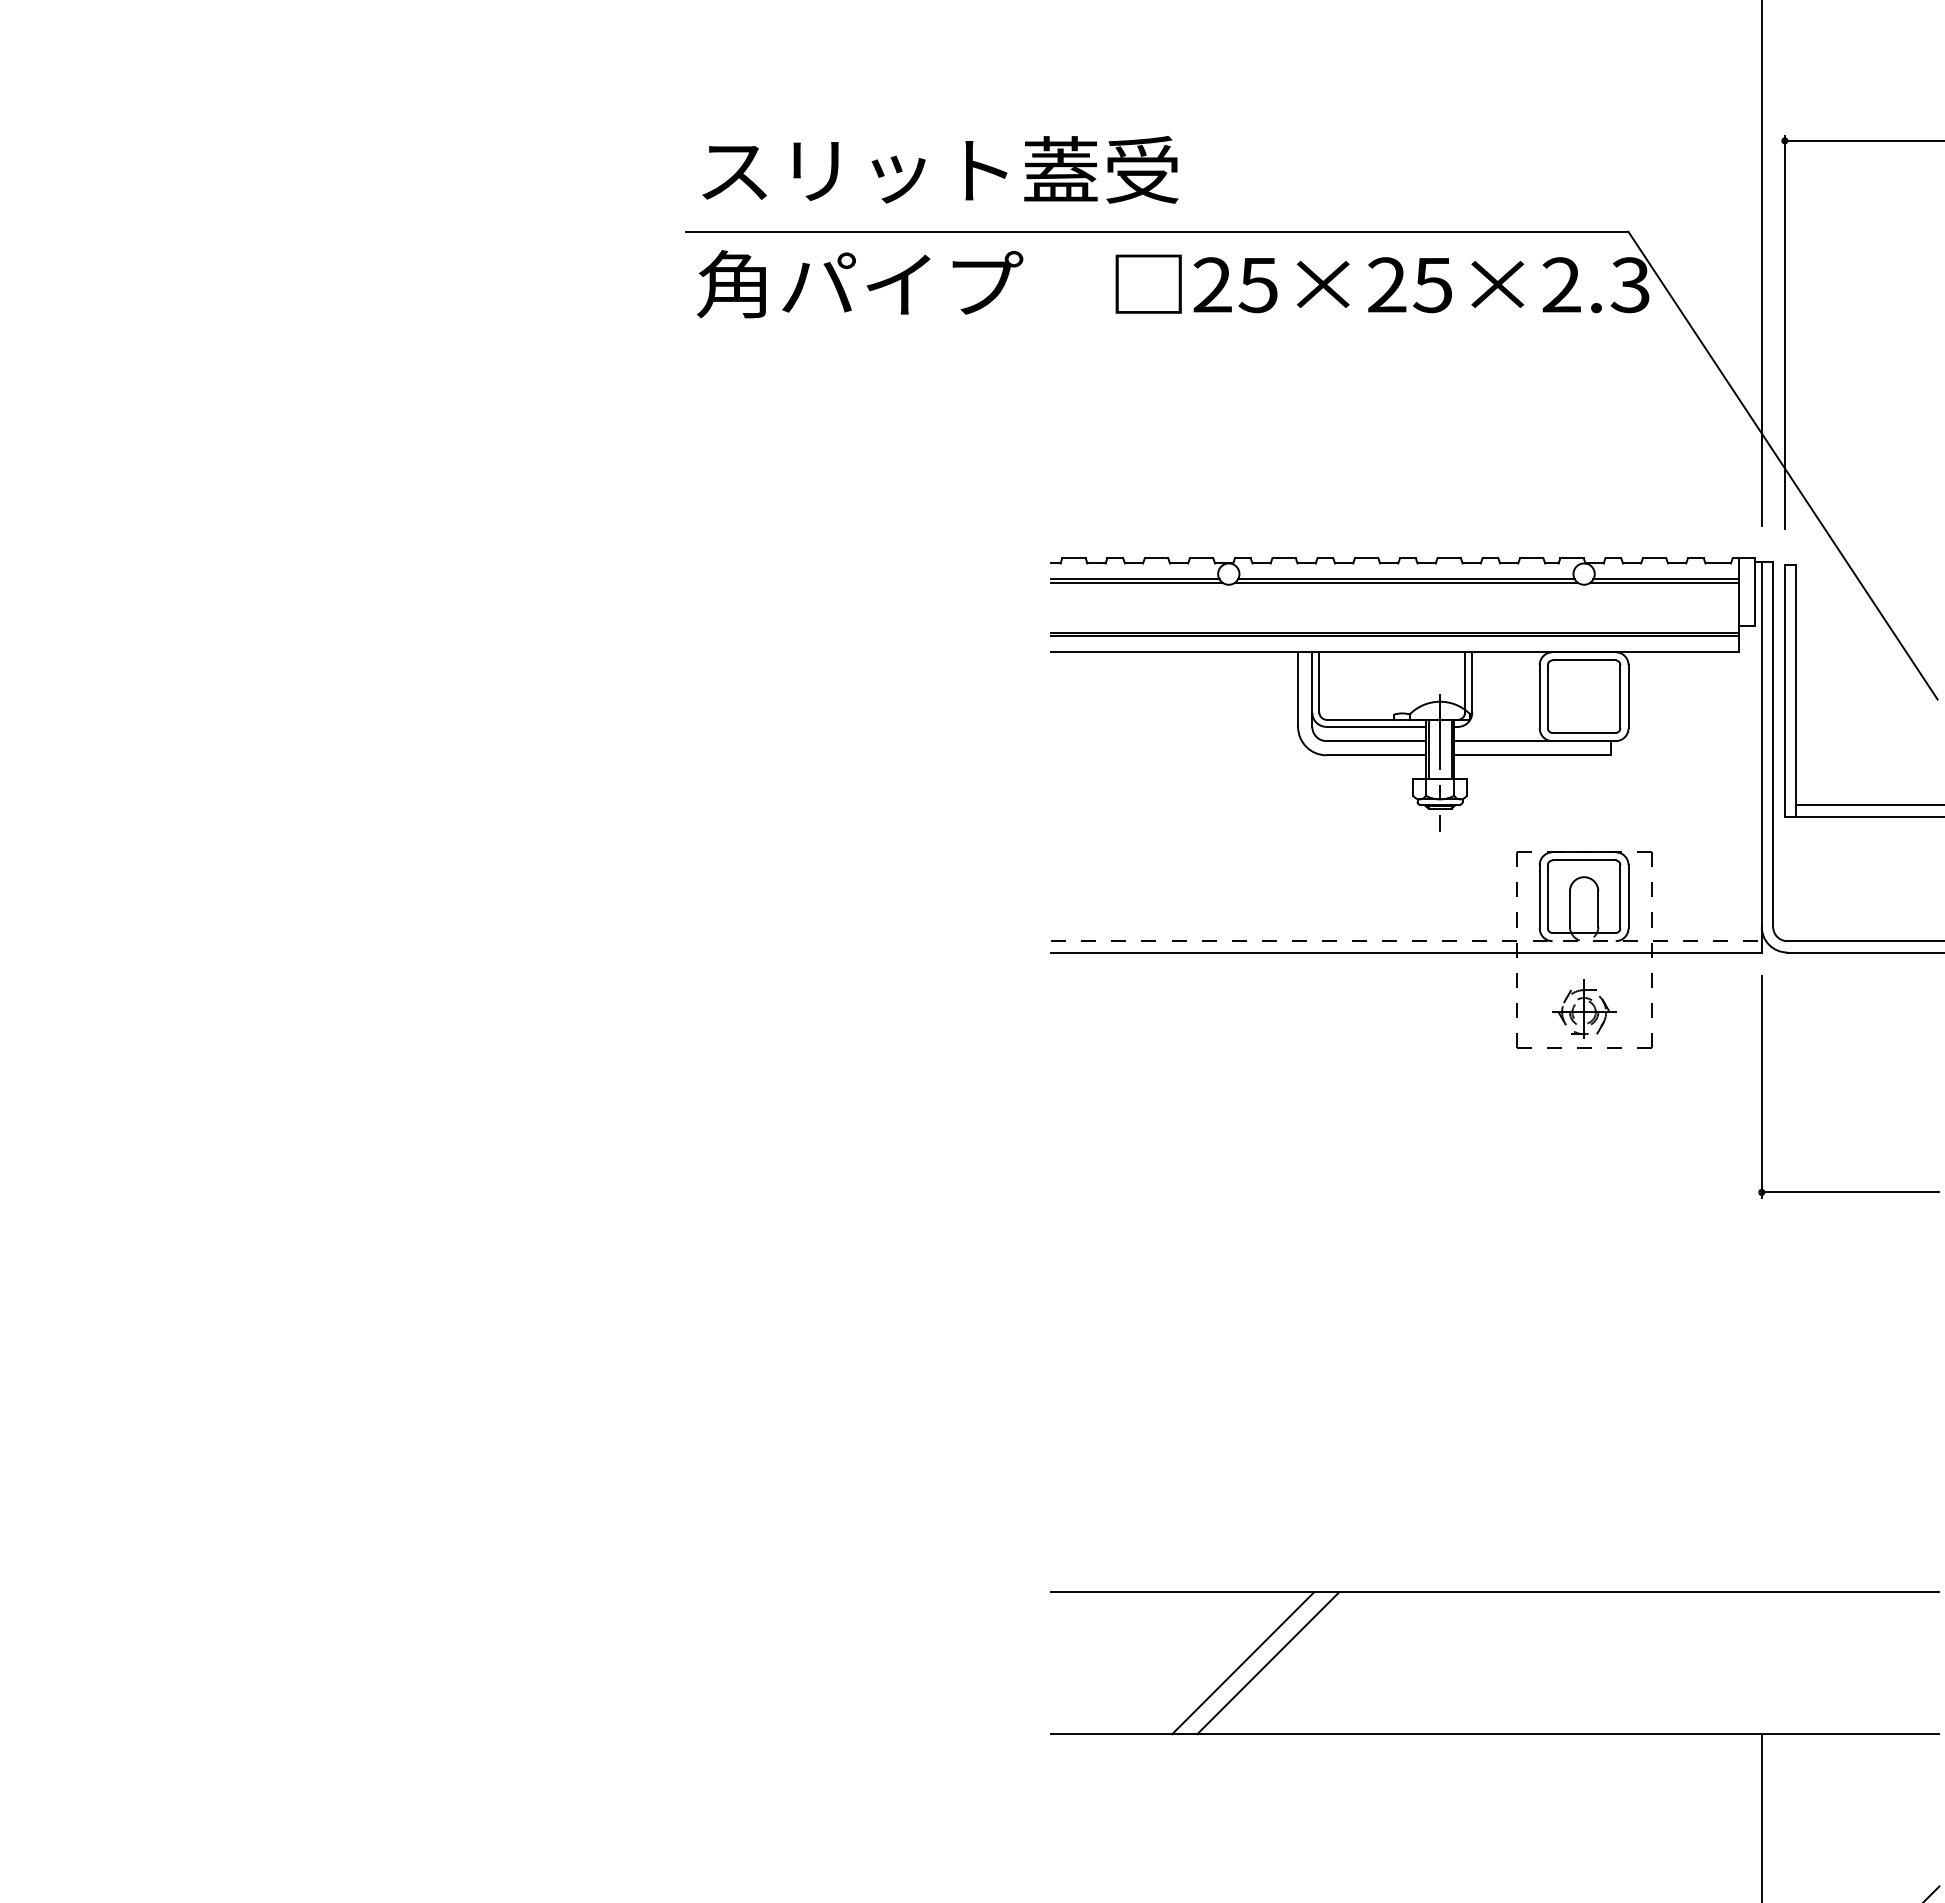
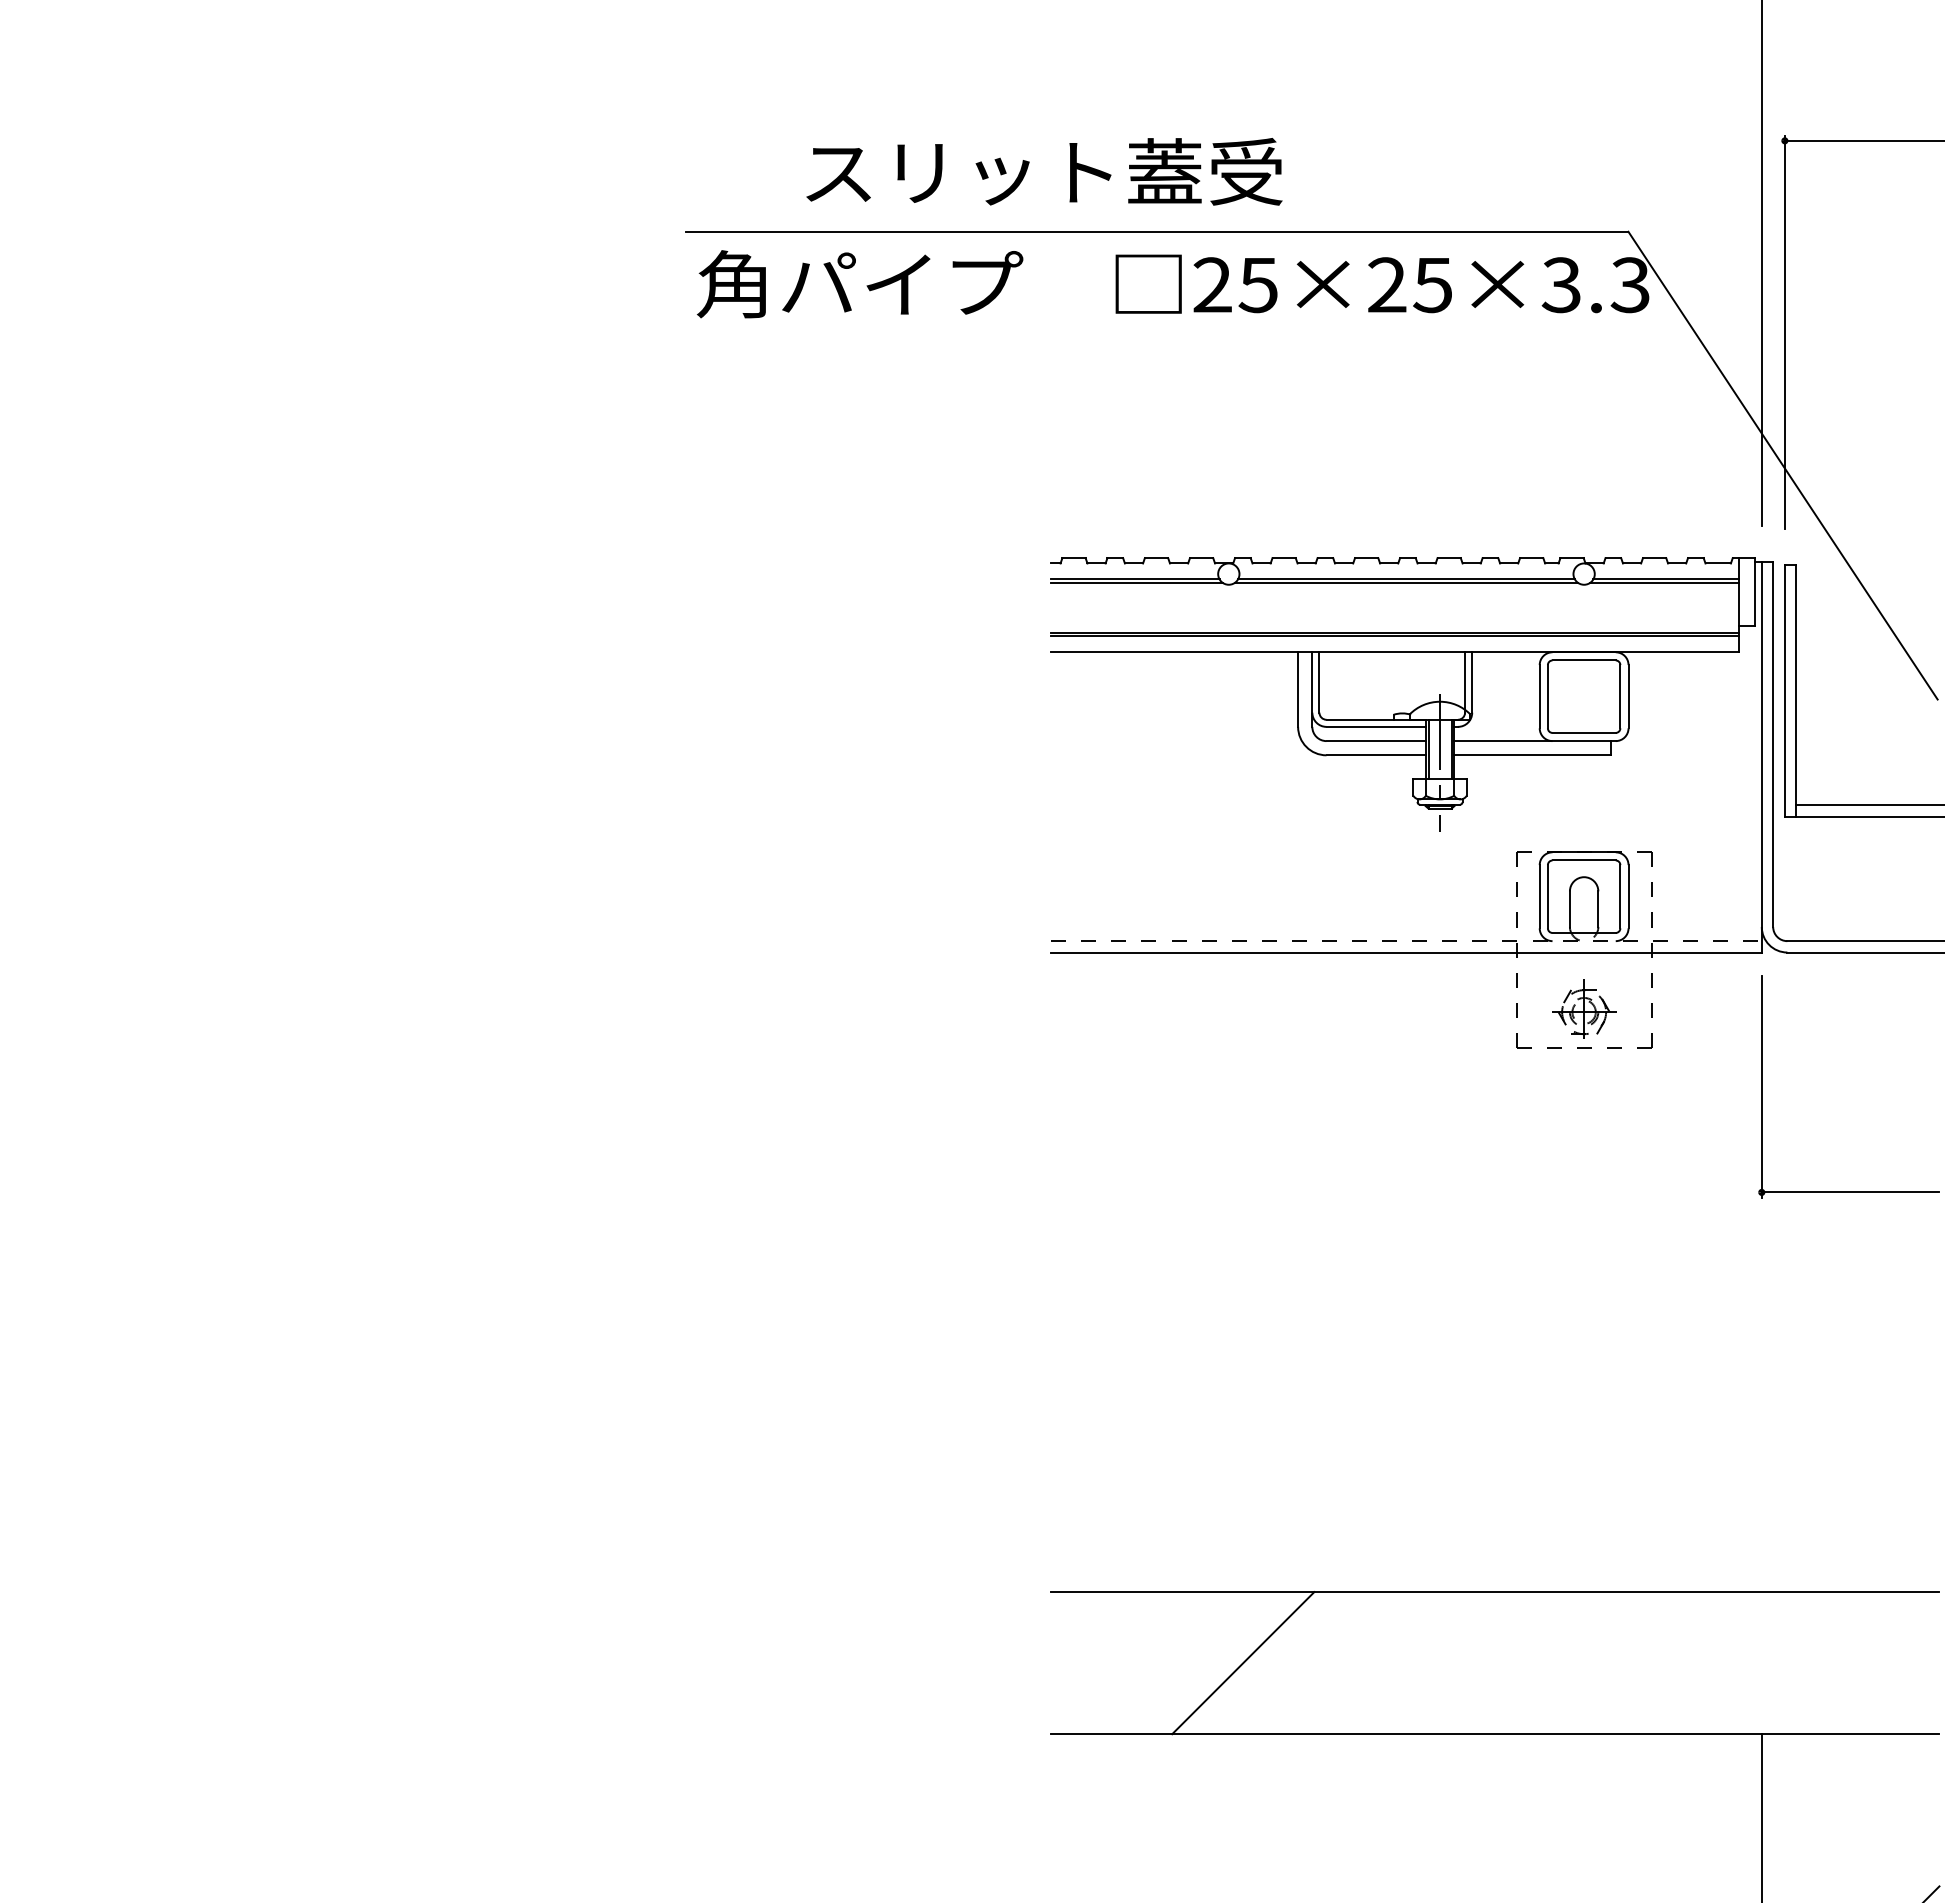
text at (940, 169) position: (940, 169) -> (1044, 171)
text at (1560, 285): 25×25×2.3 -> 25×25×3.3
line at (1268, 1663): present -> none
